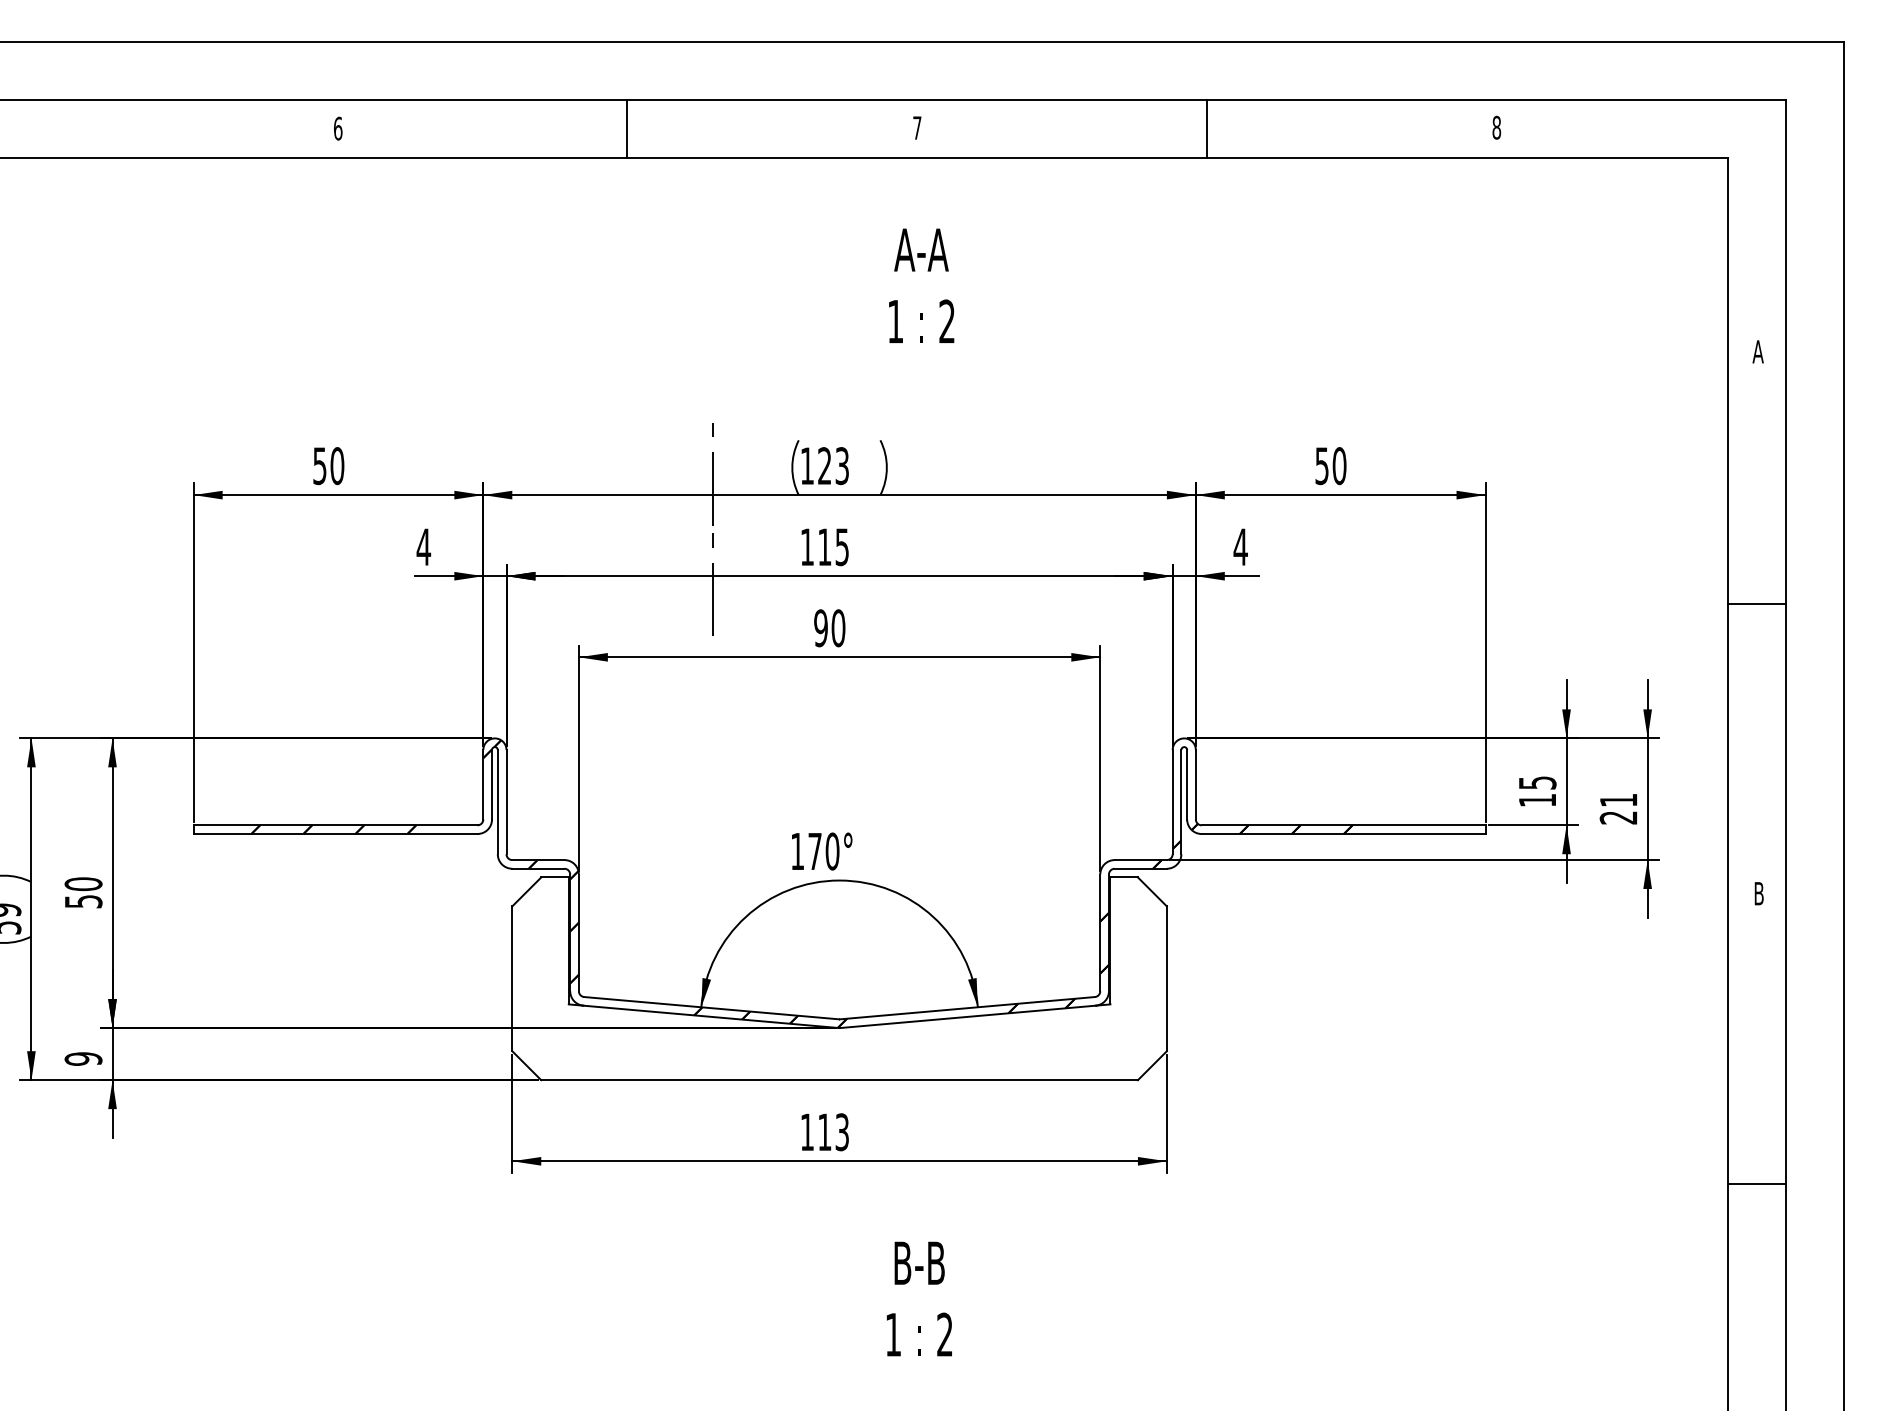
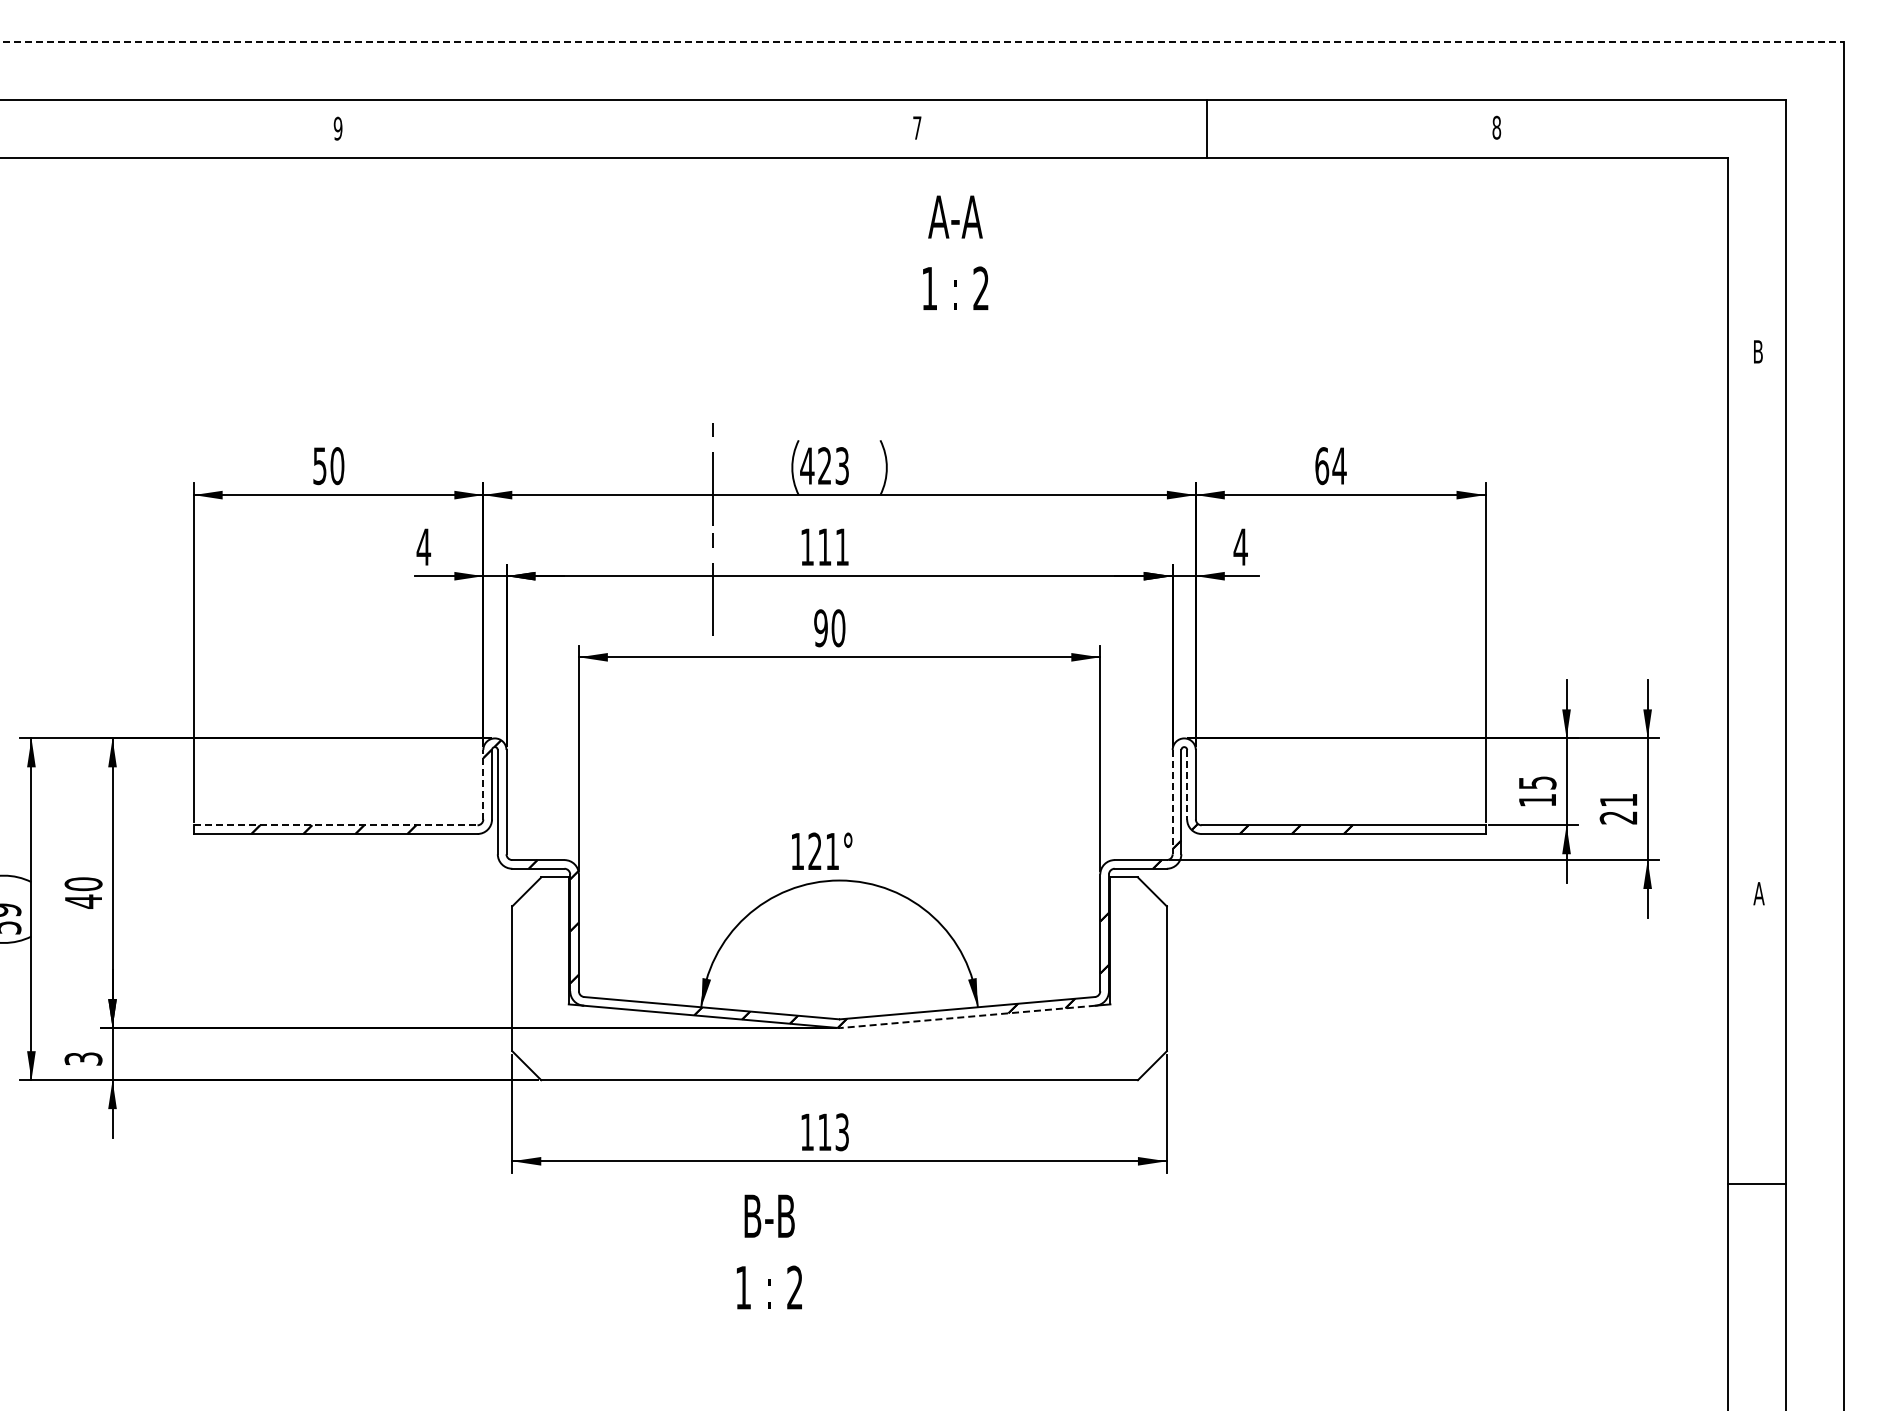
line at (922, 42): solid -> dashed
text at (337, 128): 6 -> 9
line at (627, 129): present -> none
text at (921, 285) position: (921, 285) -> (955, 252)
text at (1757, 351): A -> B
text at (807, 465): 123 -> 423
text at (1330, 466): 50 -> 64
text at (841, 547): 115 -> 111
line at (1757, 604): present -> none
line at (483, 784): solid -> dashed
line at (1187, 784): solid -> dashed
line at (1172, 802): solid -> dashed
line at (335, 825): solid -> dashed
text at (823, 851): 170° -> 121°
text at (1758, 893): B -> A
text at (83, 901): 50 -> 40
line at (968, 1016): solid -> dashed
text at (83, 1058): 9 -> 3
text at (919, 1298) position: (919, 1298) -> (769, 1251)
